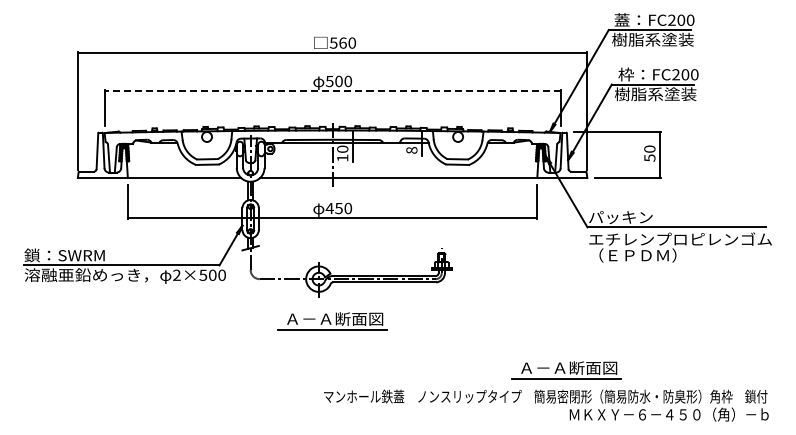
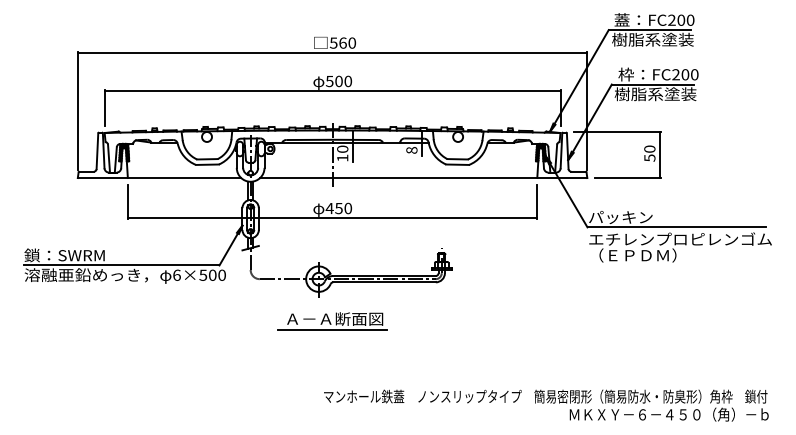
line at (332, 91): dashed -> solid
text at (176, 274): 2×500 -> 6×500
part at (566, 370): present -> none
